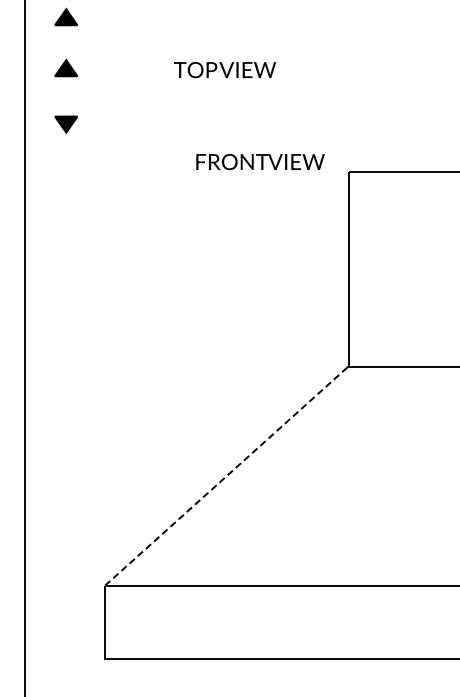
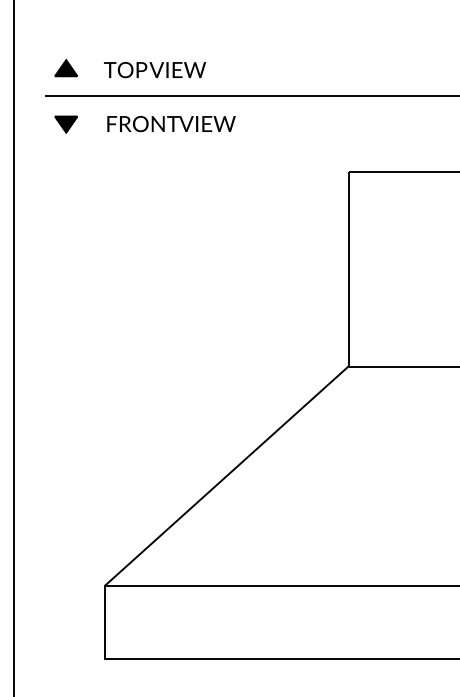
part at (65, 16): present -> none
text at (225, 70) position: (225, 70) -> (155, 70)
line at (250, 96): none -> present
text at (260, 162) position: (260, 162) -> (171, 124)
line at (24, 347) position: (24, 347) -> (13, 347)
line at (226, 475): dashed -> solid
